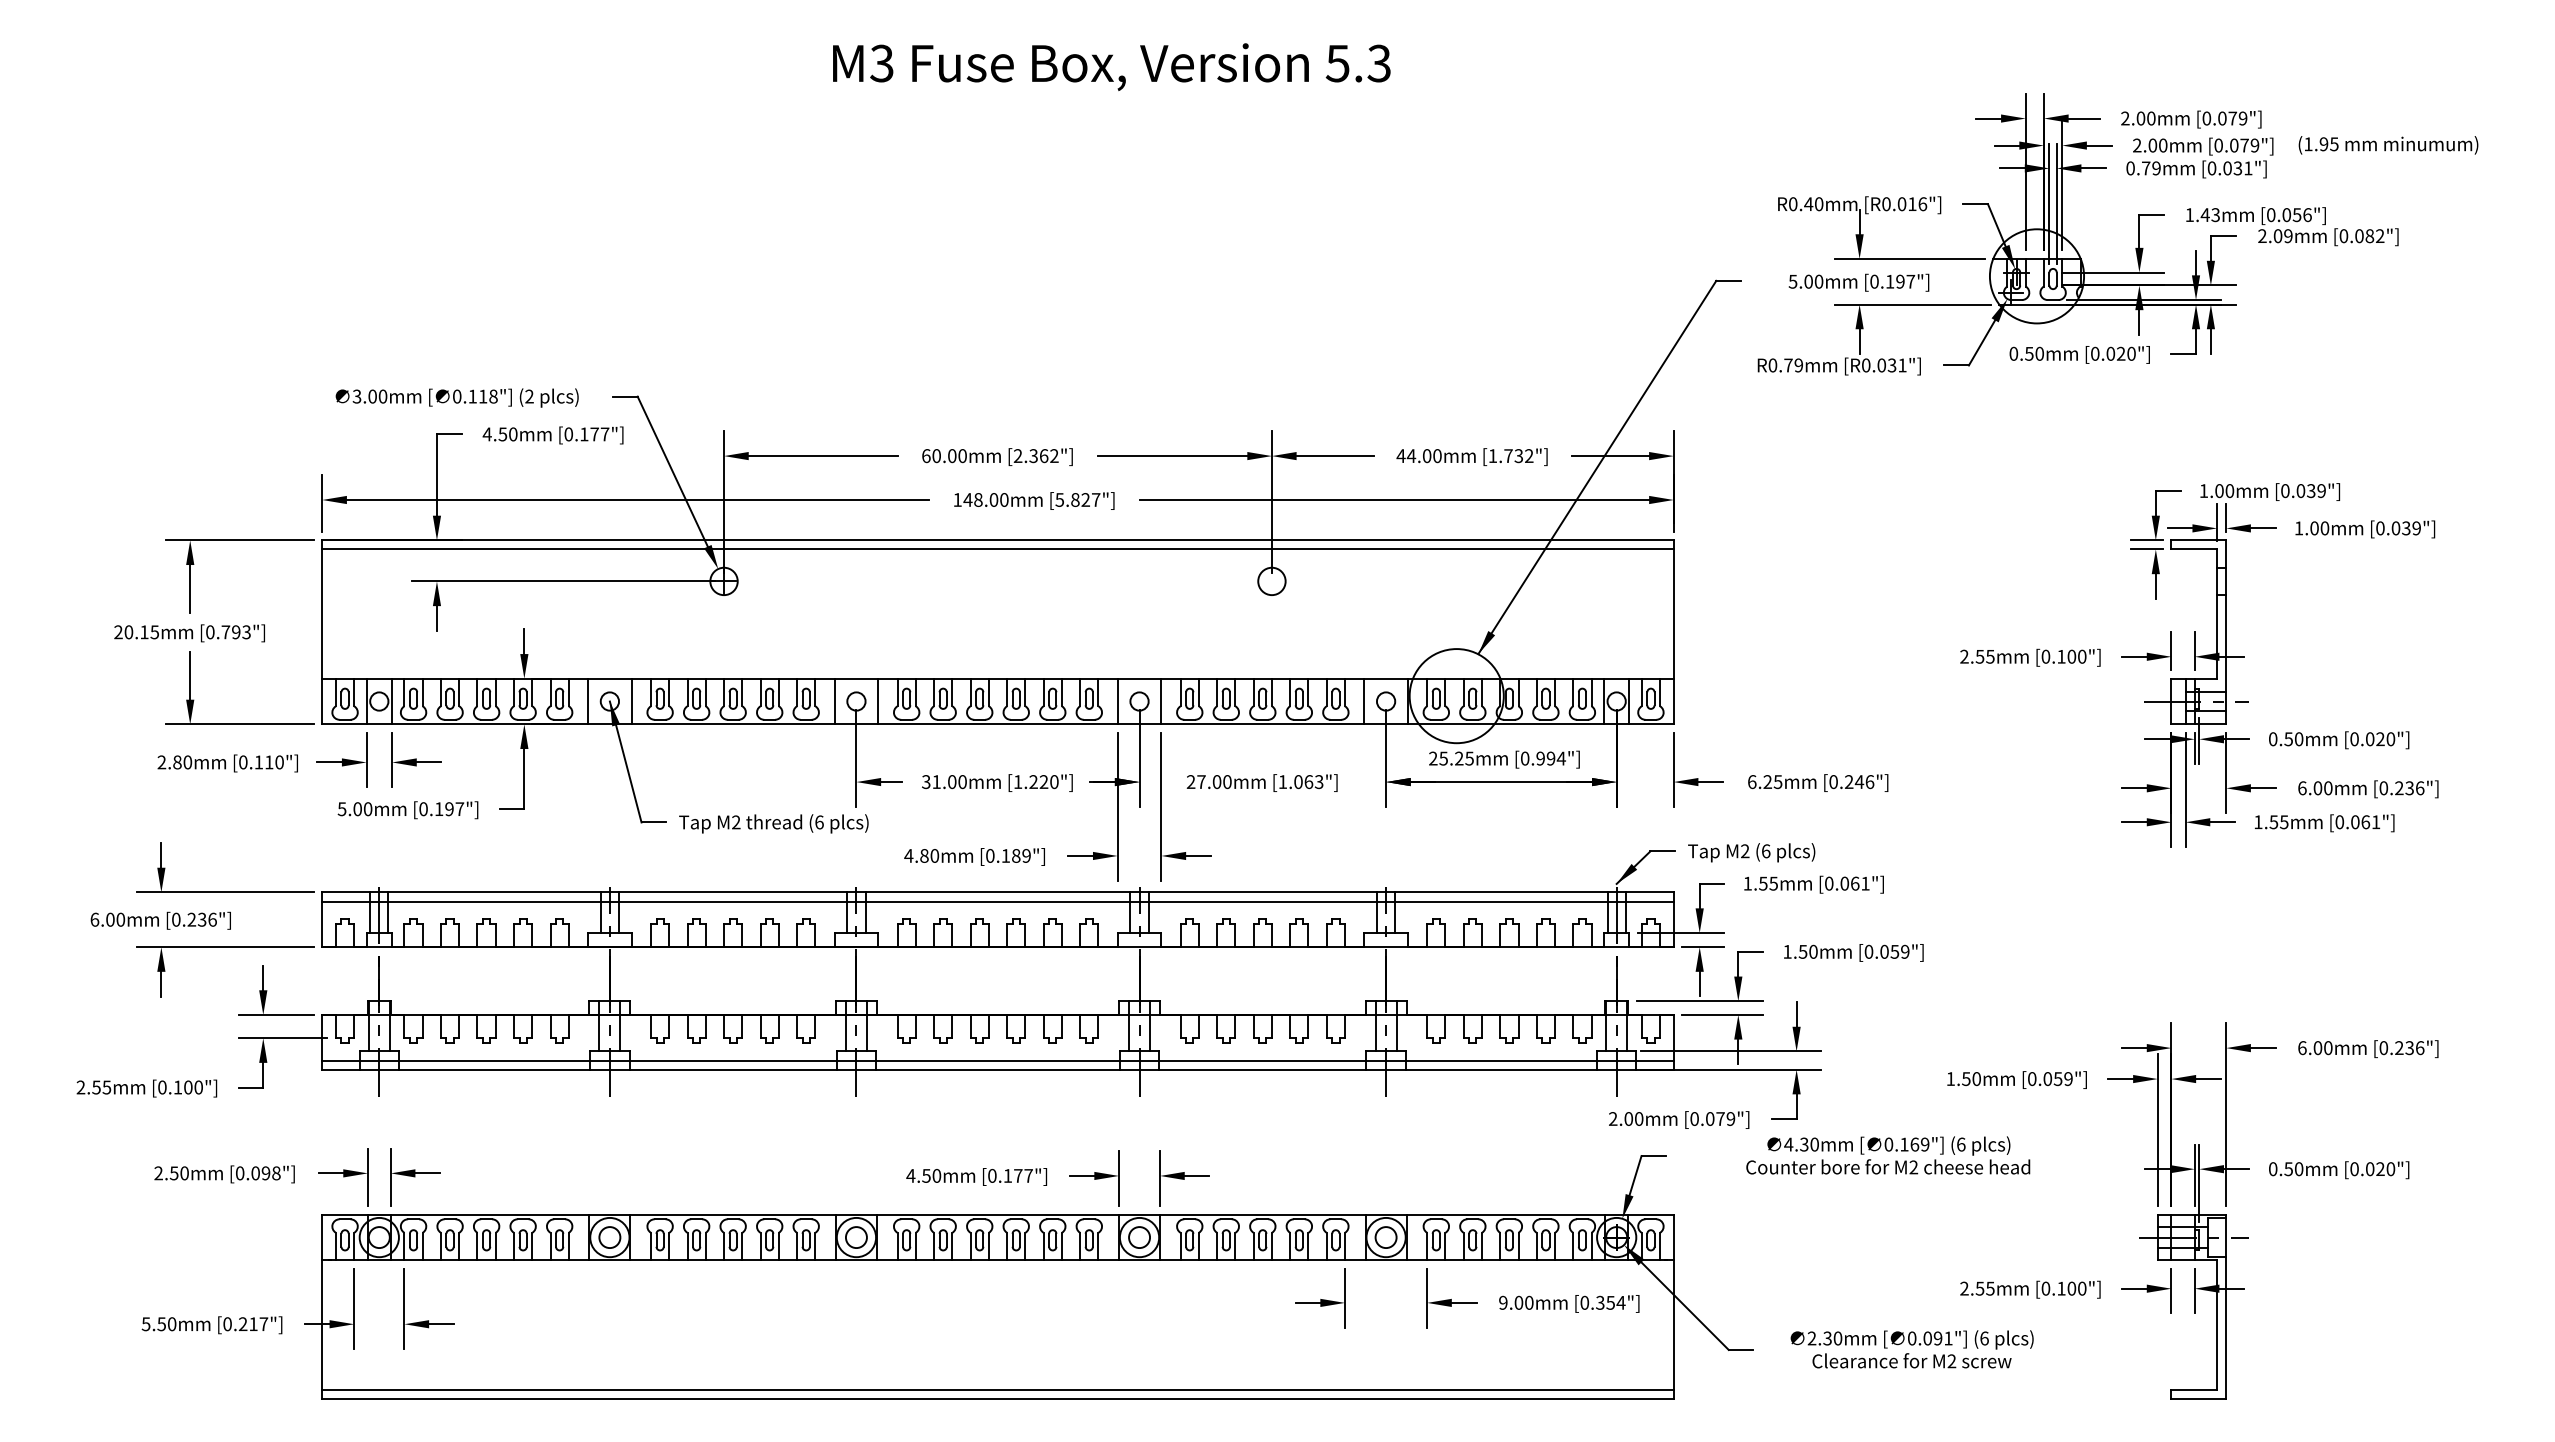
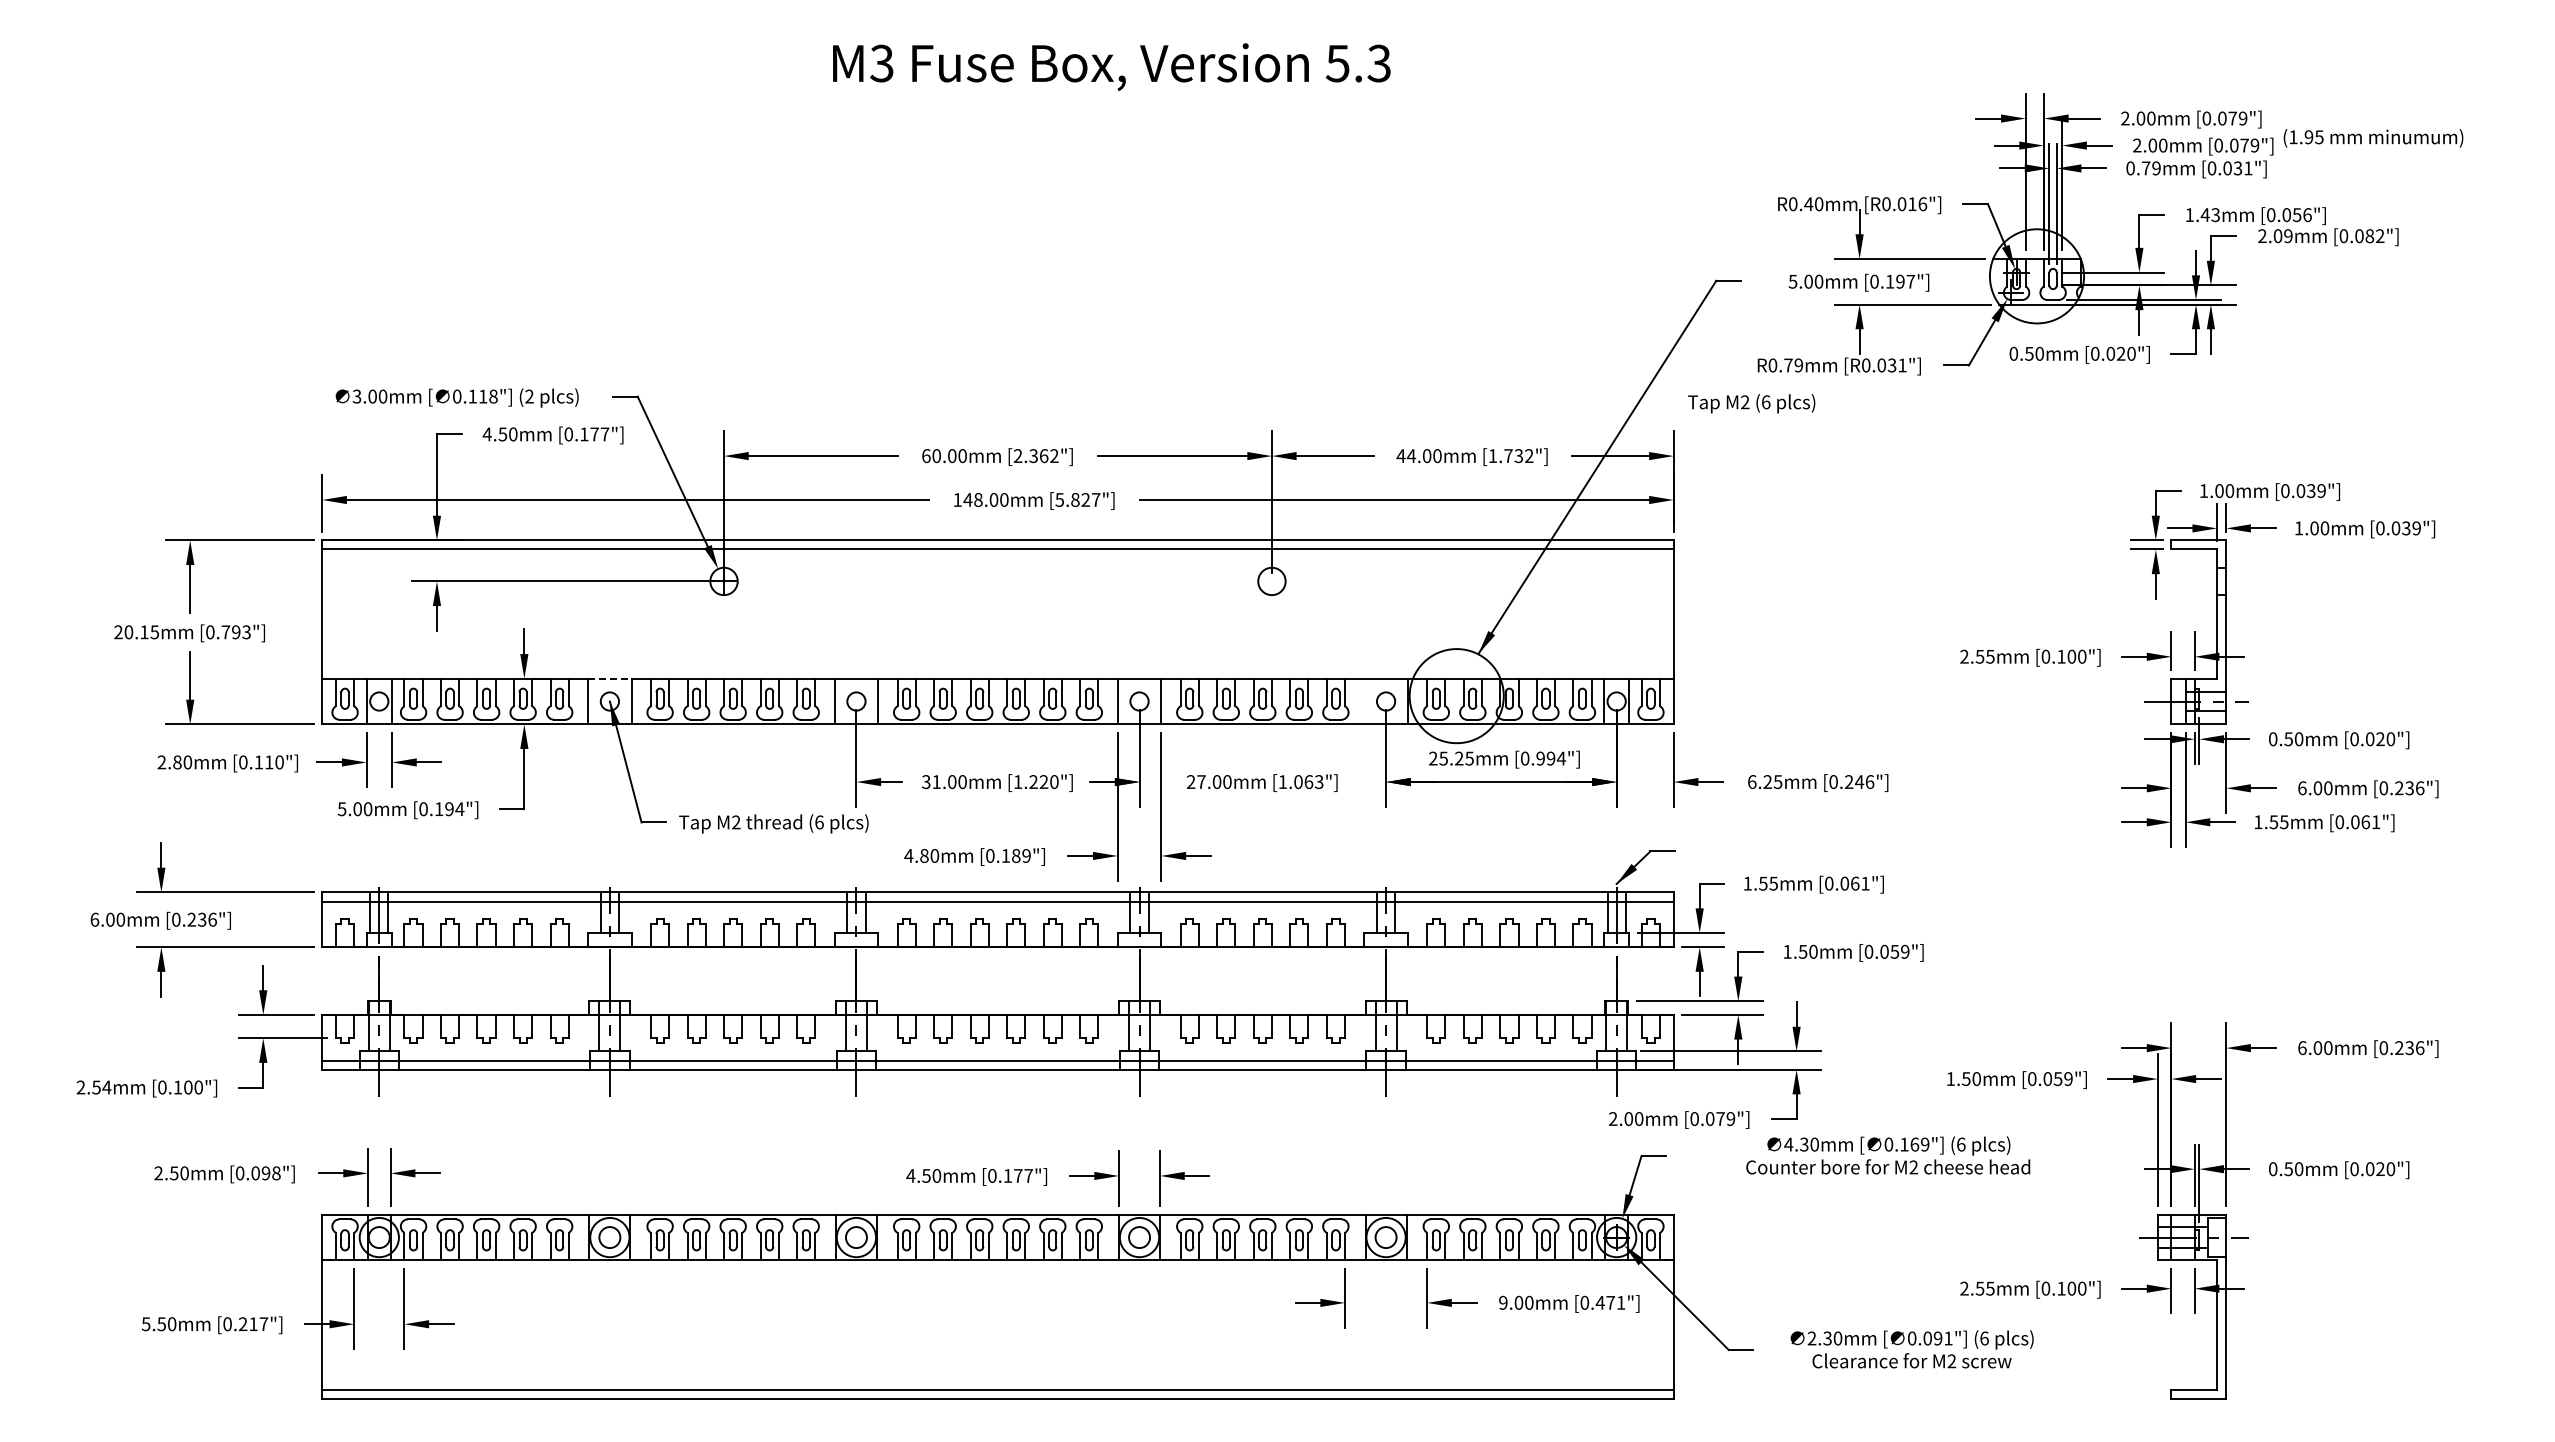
text at (2388, 145) position: (2388, 145) -> (2373, 138)
line at (609, 678): solid -> dashed
line at (1364, 701): present -> none
text at (459, 808): [0.197"] -> [0.194"]
text at (1751, 852) position: (1751, 852) -> (1751, 403)
text at (106, 1087): 2.55mm -> 2.54mm
text at (1610, 1302): [0.354"] -> [0.471"]
